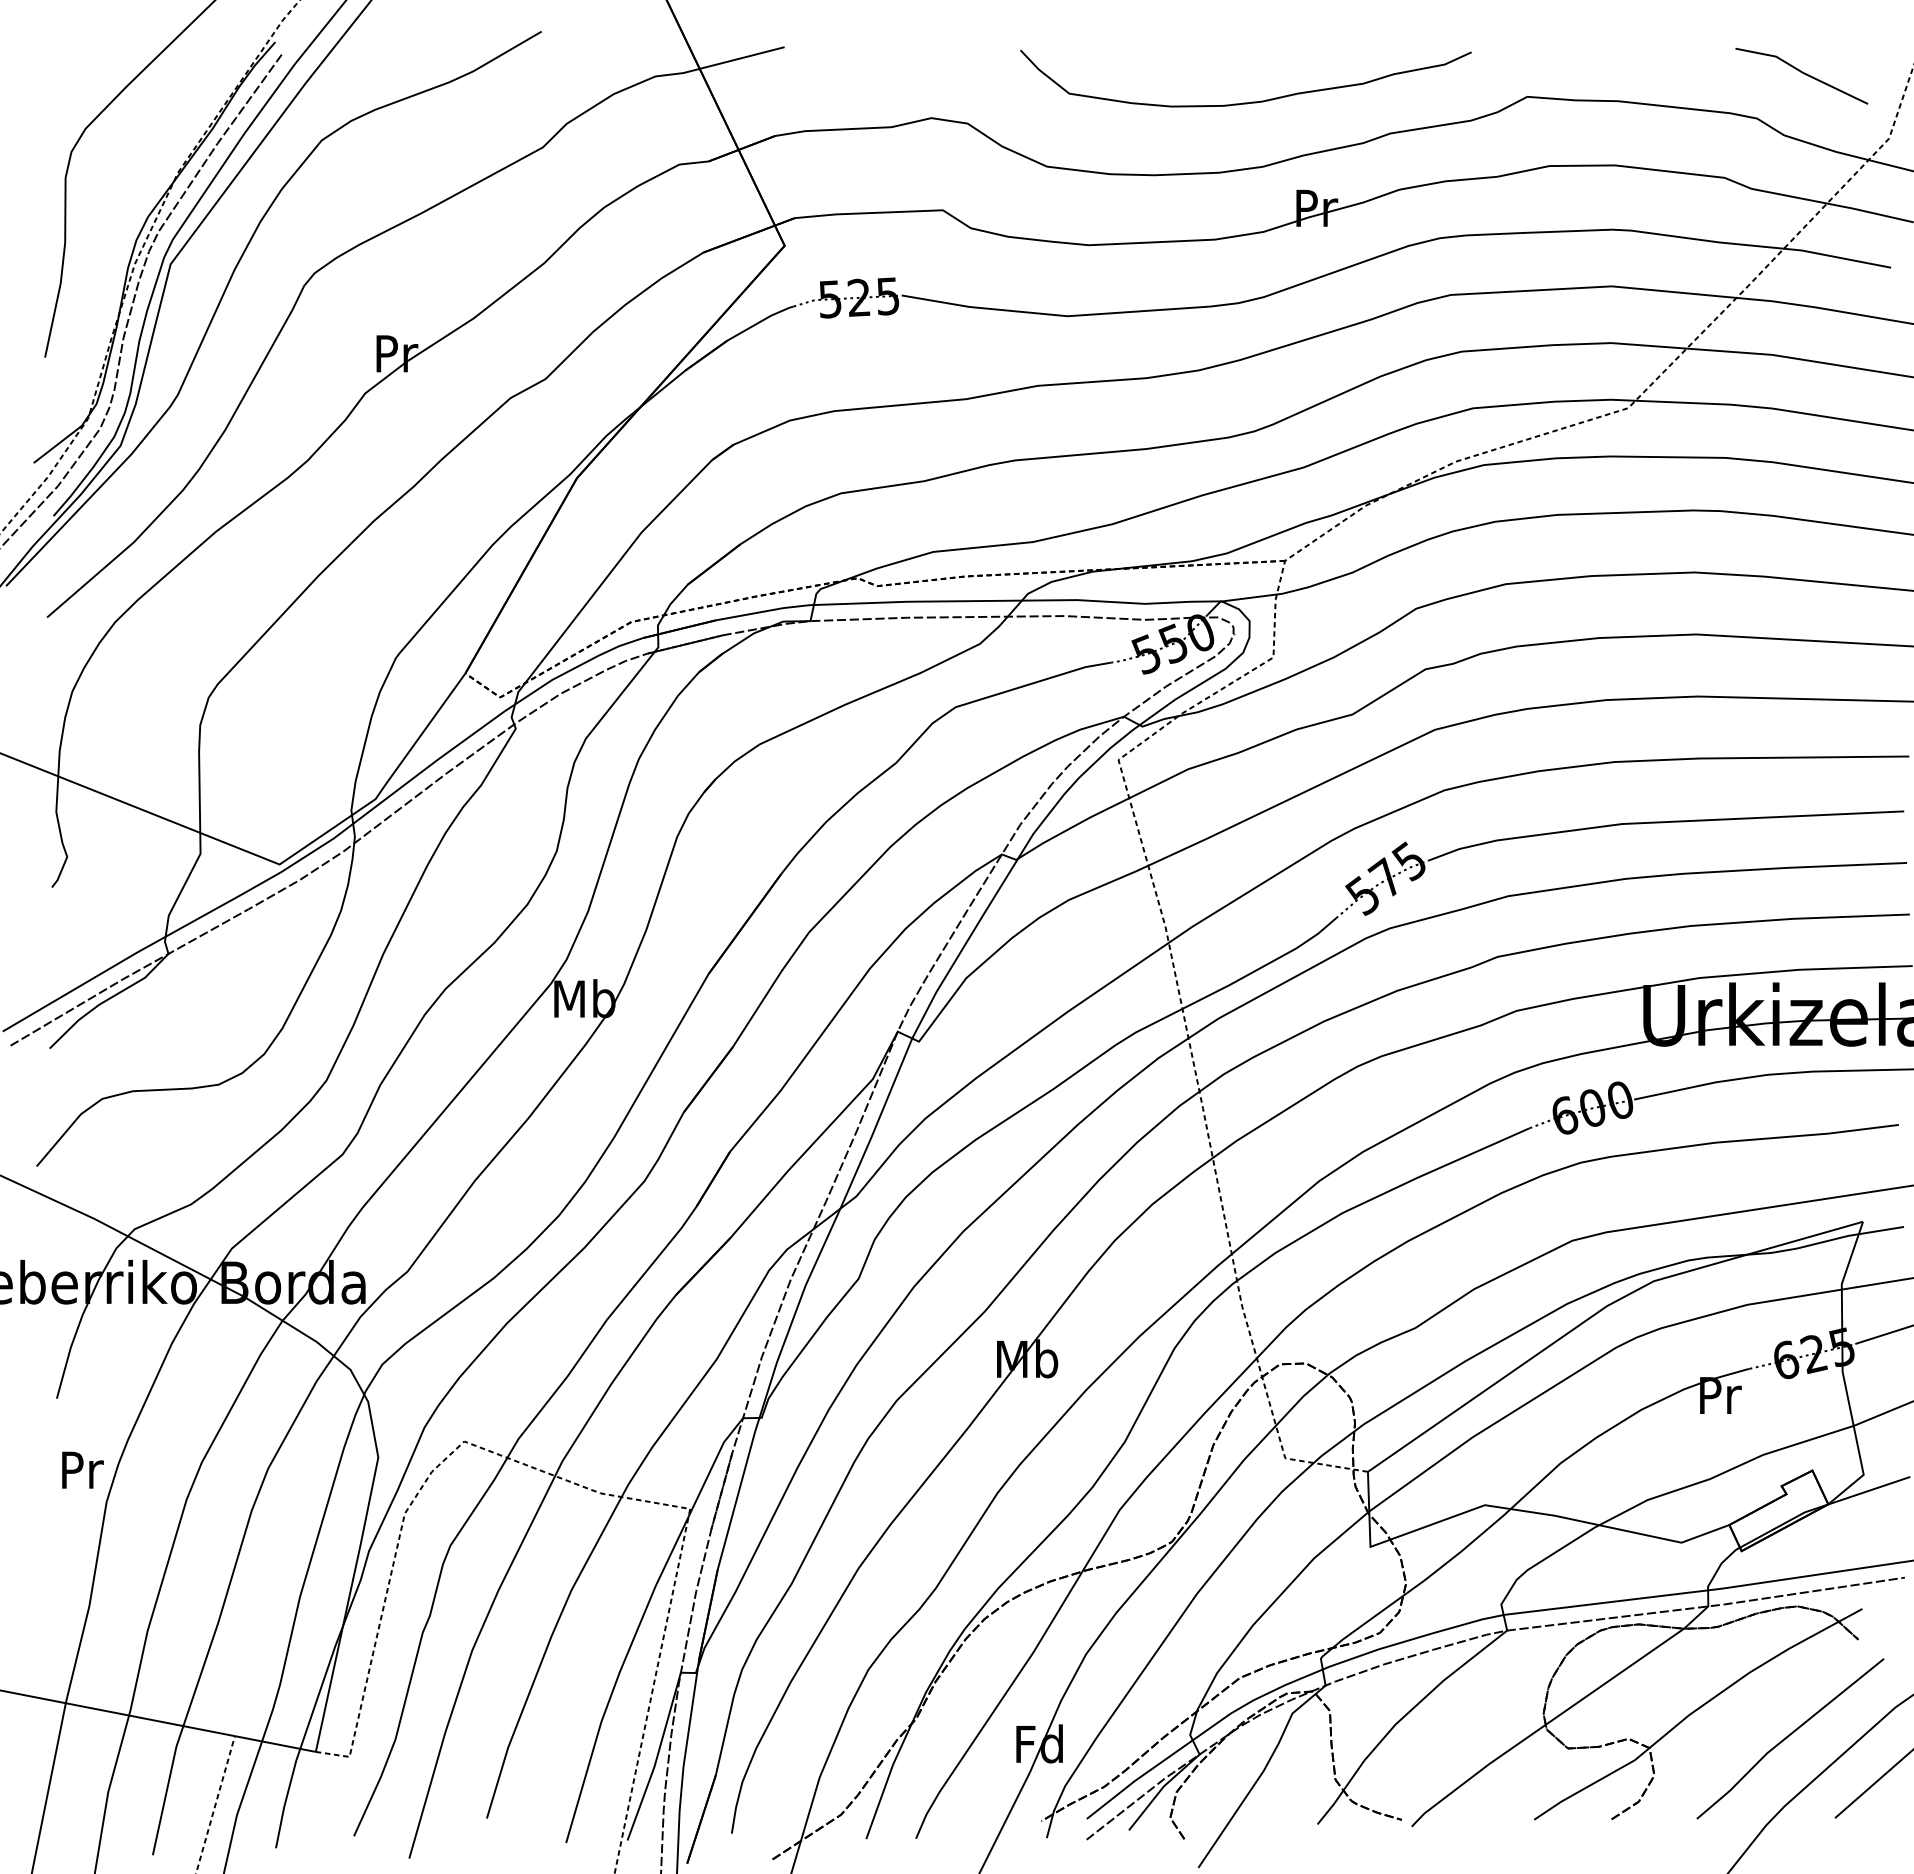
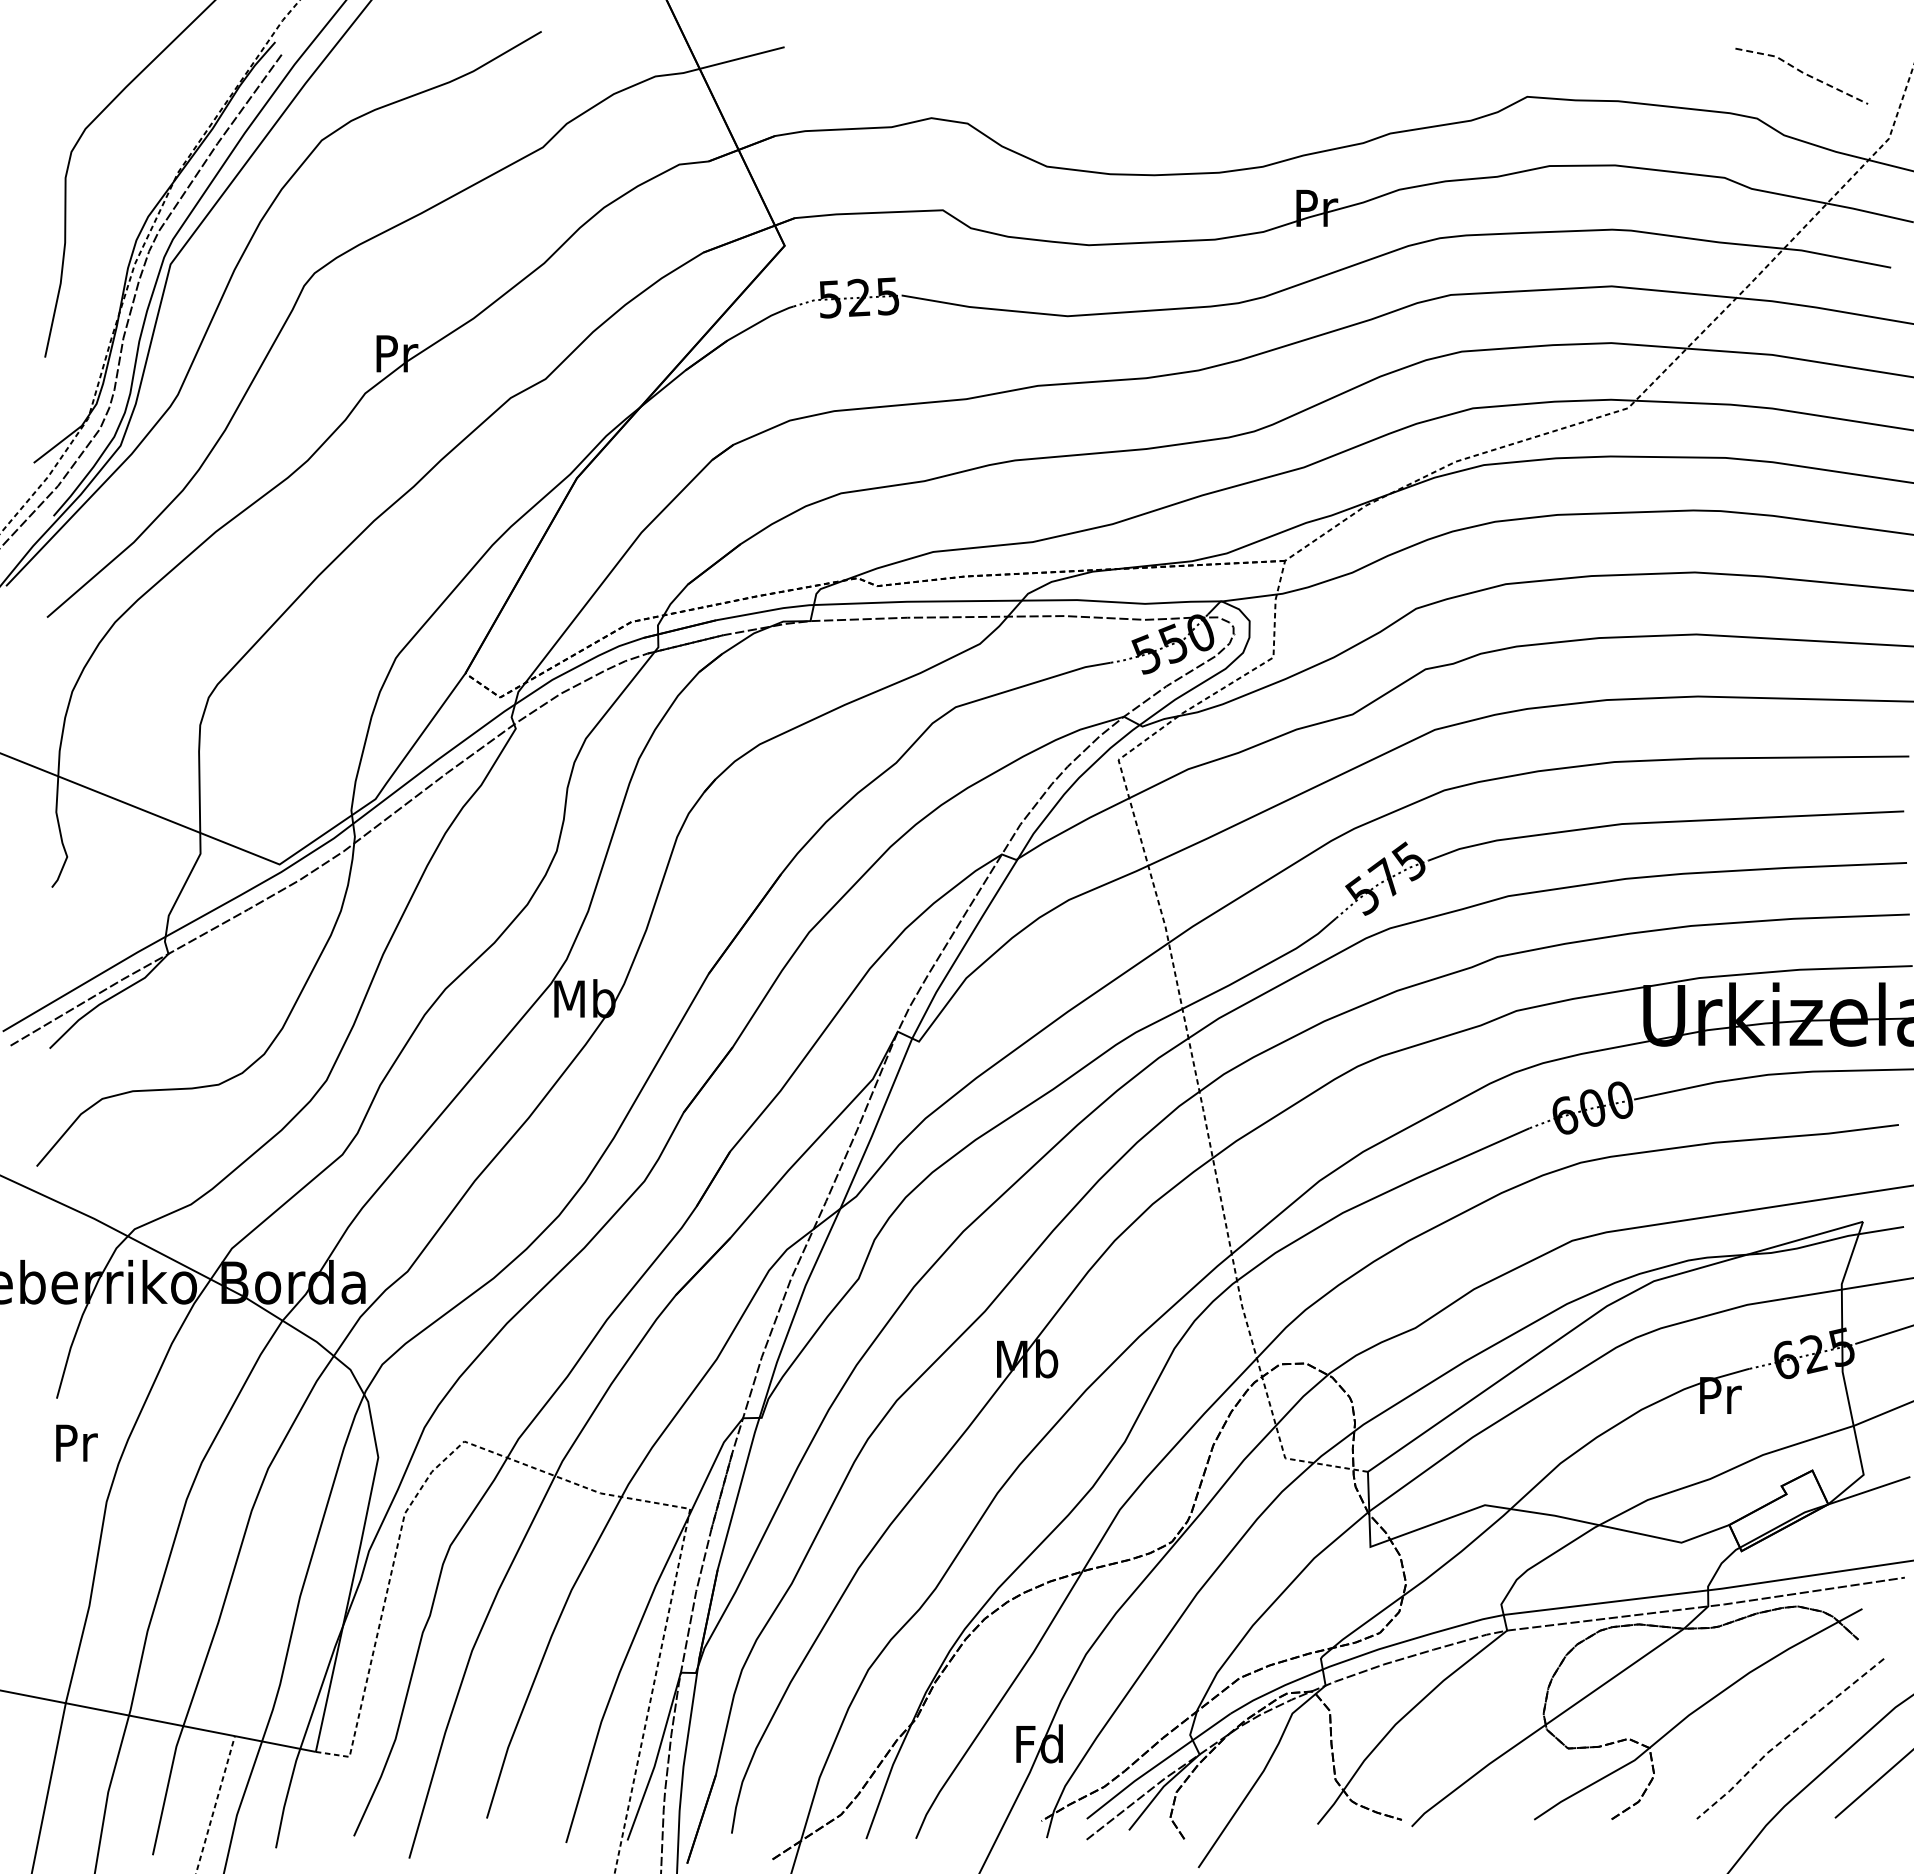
line at (1802, 72): solid -> dashed
curve at (1251, 101): present -> none
text at (82, 1469) position: (82, 1469) -> (76, 1442)
line at (1787, 1737): solid -> dashed
